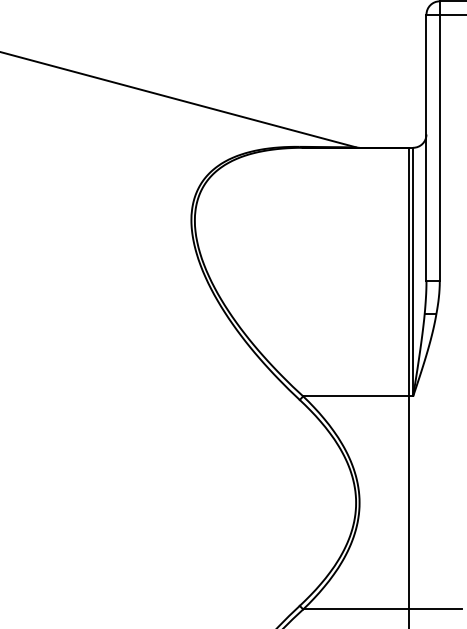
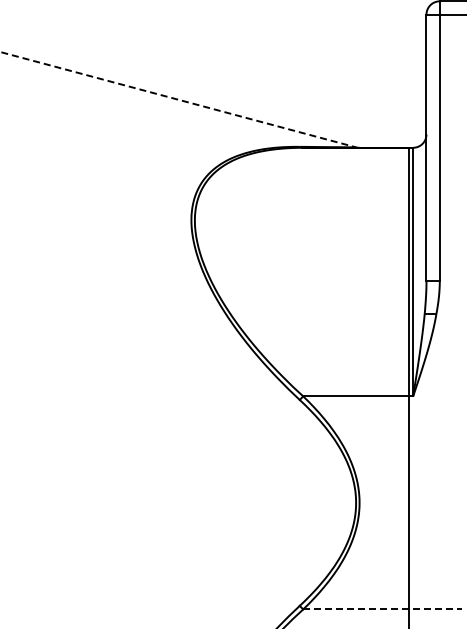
line at (178, 99): solid -> dashed
line at (383, 609): solid -> dashed
